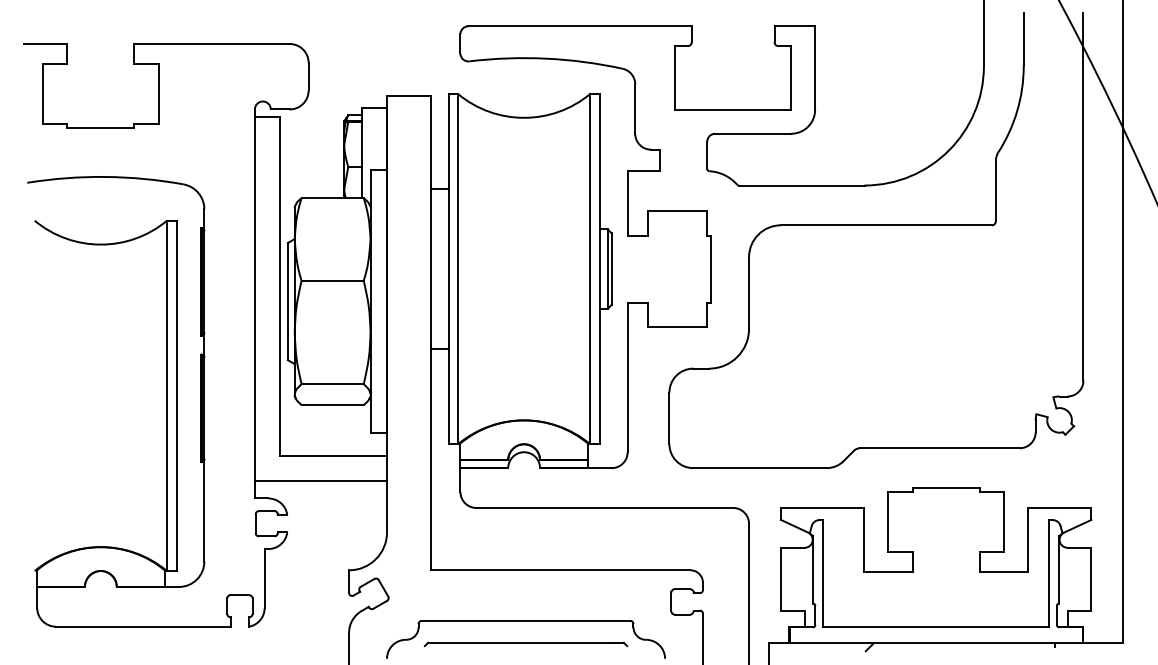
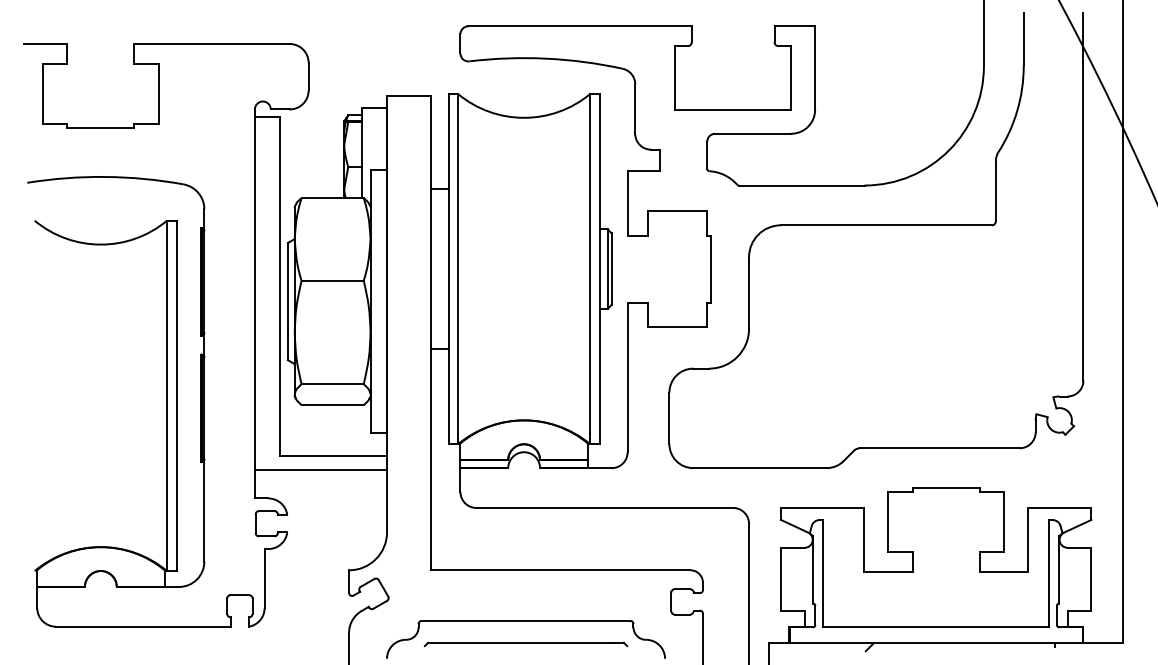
line at (320, 481) position: (320, 481) -> (320, 470)
